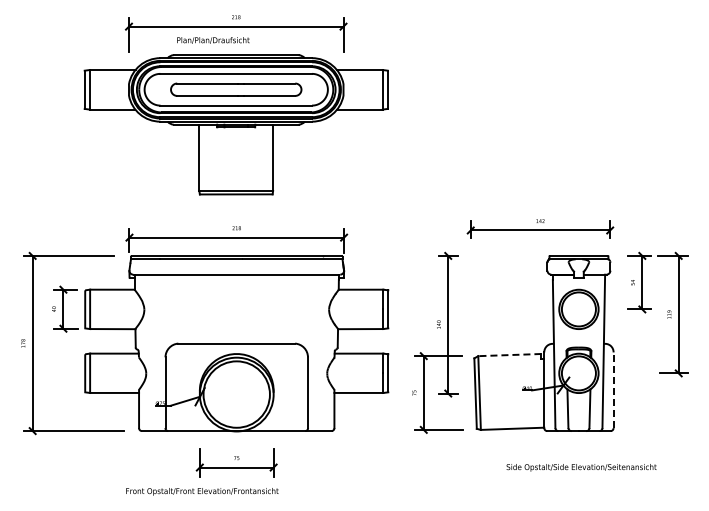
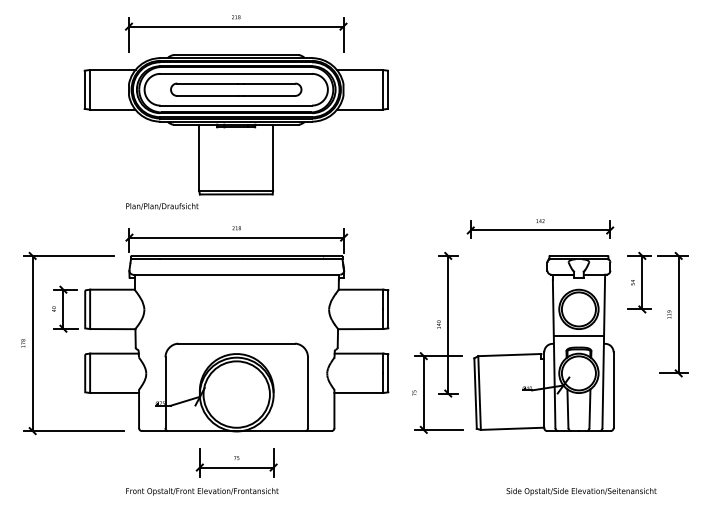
text at (213, 40) position: (213, 40) -> (162, 206)
line at (578, 335): none -> present
line at (509, 355): dashed -> solid
line at (613, 389): dashed -> solid
text at (581, 467) position: (581, 467) -> (581, 491)
